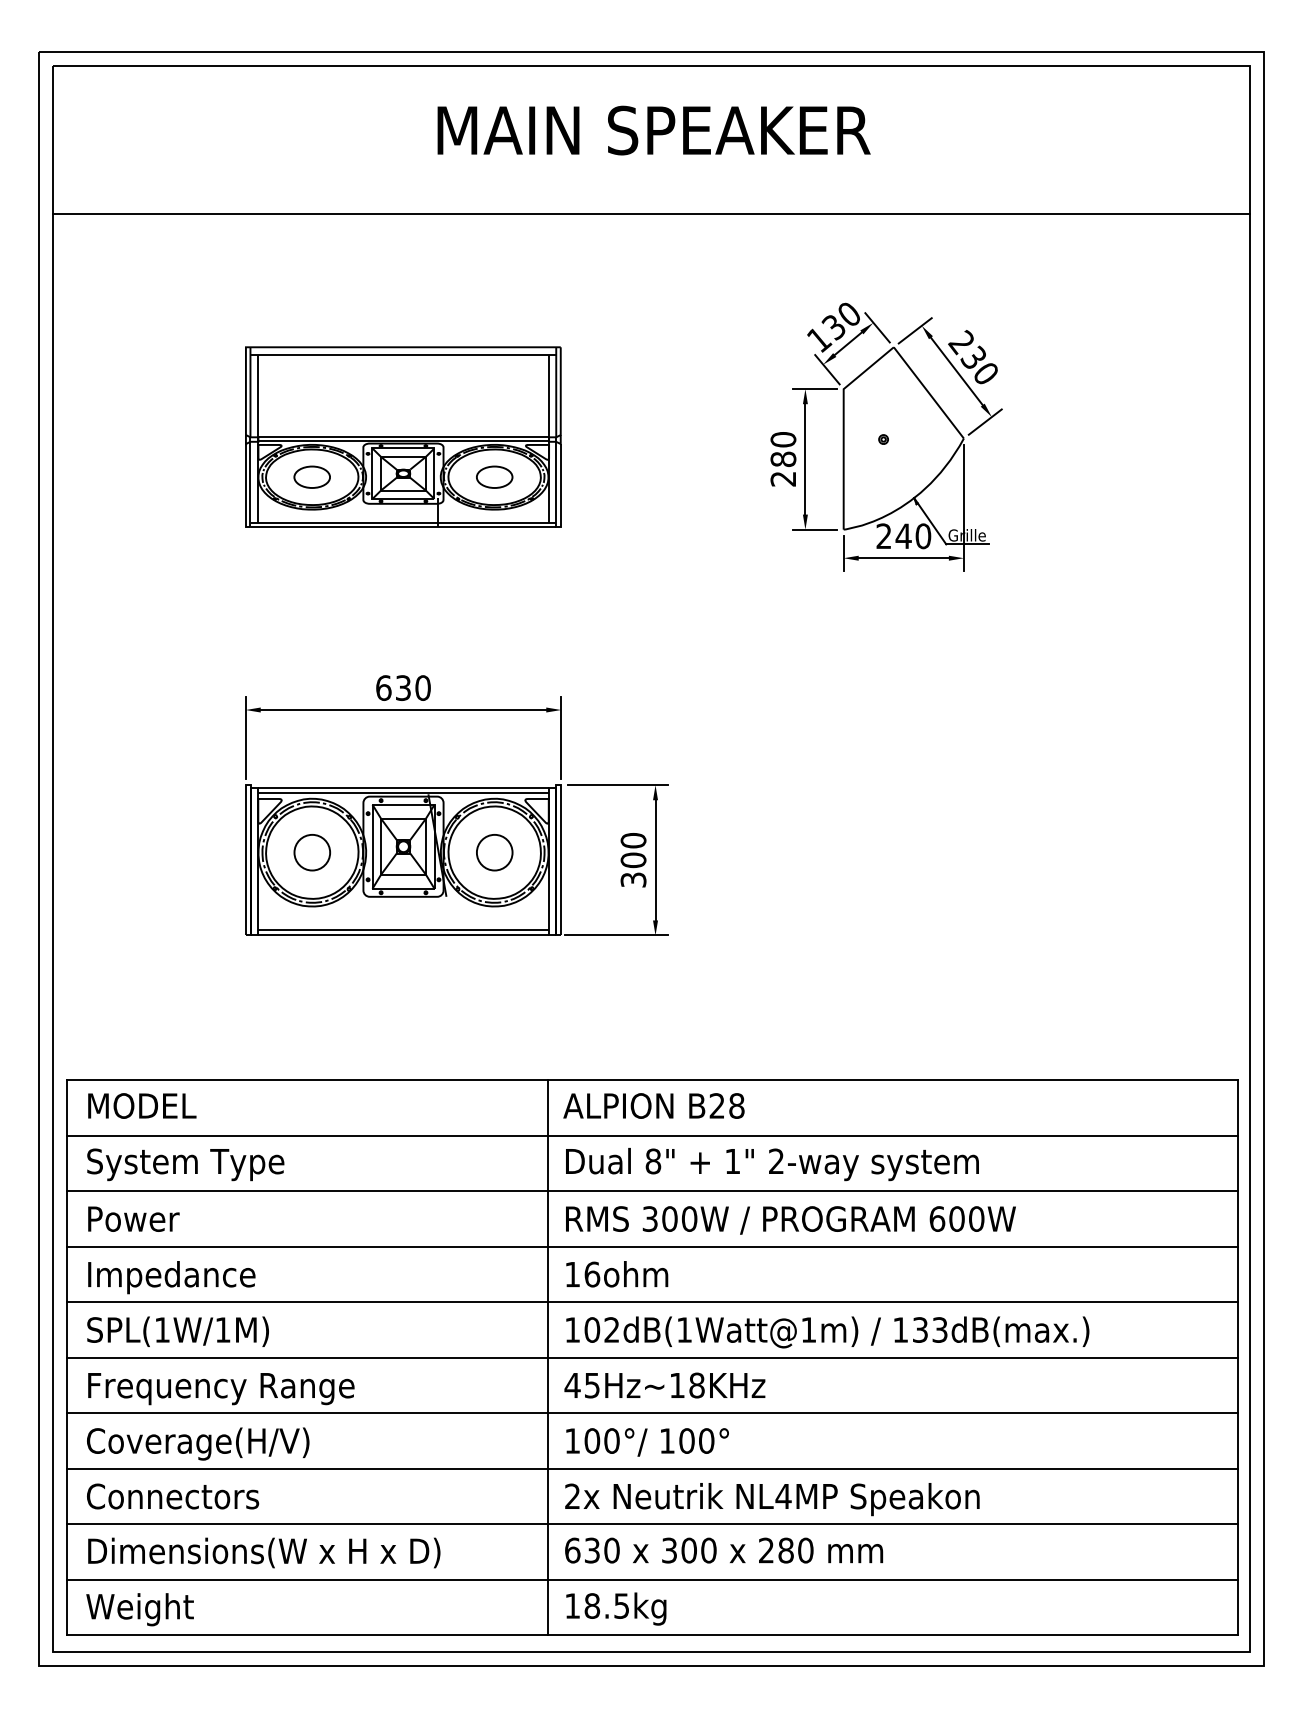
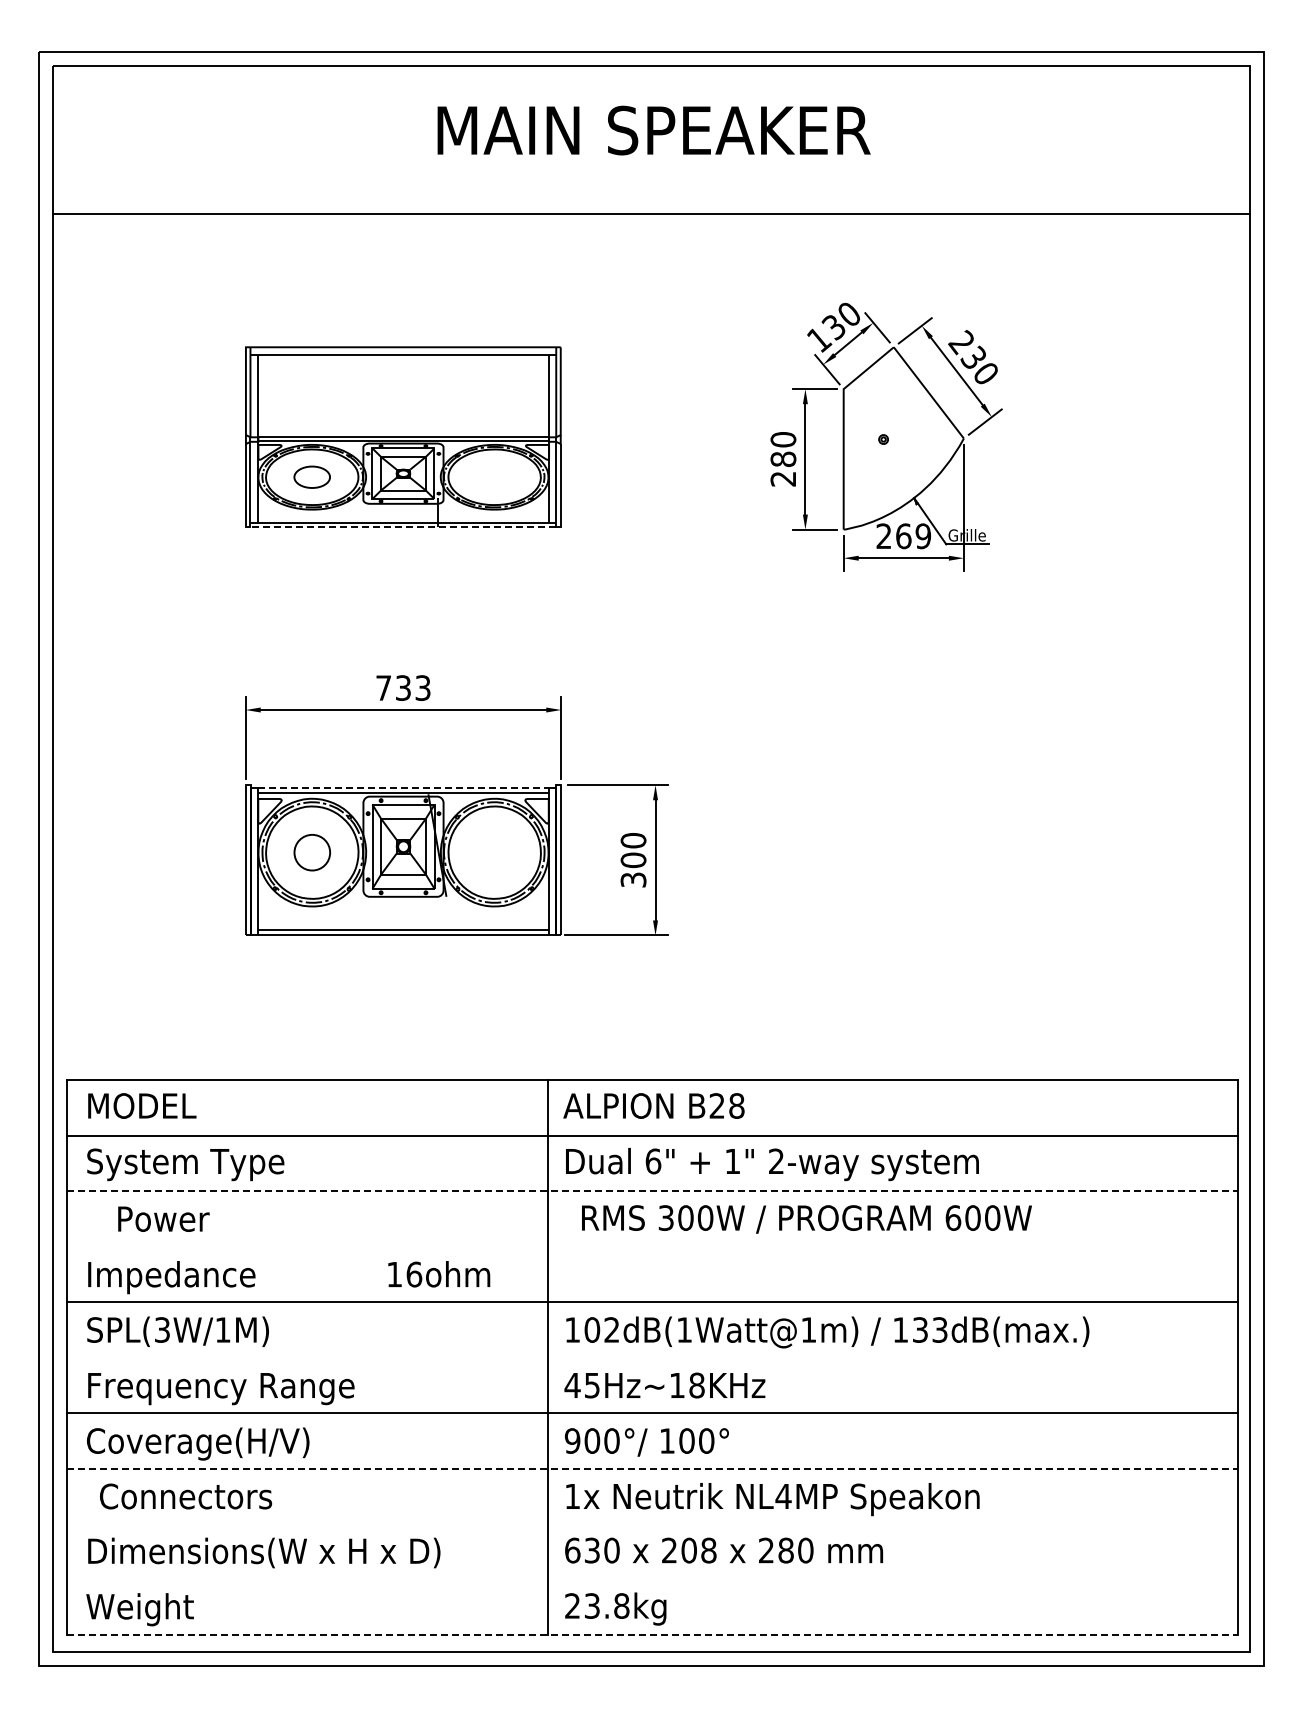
part at (494, 476): present -> none
line at (403, 527): solid -> dashed
text at (913, 536): 240 -> 269
text at (403, 687): 630 -> 733
line at (404, 788): solid -> dashed
part at (494, 852): present -> none
text at (653, 1161): 8" -> 6"
line at (652, 1191): solid -> dashed
text at (133, 1218) position: (133, 1218) -> (163, 1218)
text at (790, 1220) position: (790, 1220) -> (806, 1219)
line at (652, 1246): present -> none
text at (617, 1274) position: (617, 1274) -> (439, 1274)
text at (162, 1329): SPL(1W/1M) -> SPL(3W/1M)
line at (652, 1357): present -> none
text at (572, 1440): 100°/ -> 900°/
line at (652, 1468): solid -> dashed
text at (572, 1495): 2x -> 1x
text at (173, 1496) position: (173, 1496) -> (186, 1496)
line at (652, 1524): present -> none
text at (689, 1550): 300 -> 208
line at (652, 1579): present -> none
text at (597, 1605): 18.5kg -> 23.8kg
line at (652, 1635): solid -> dashed
